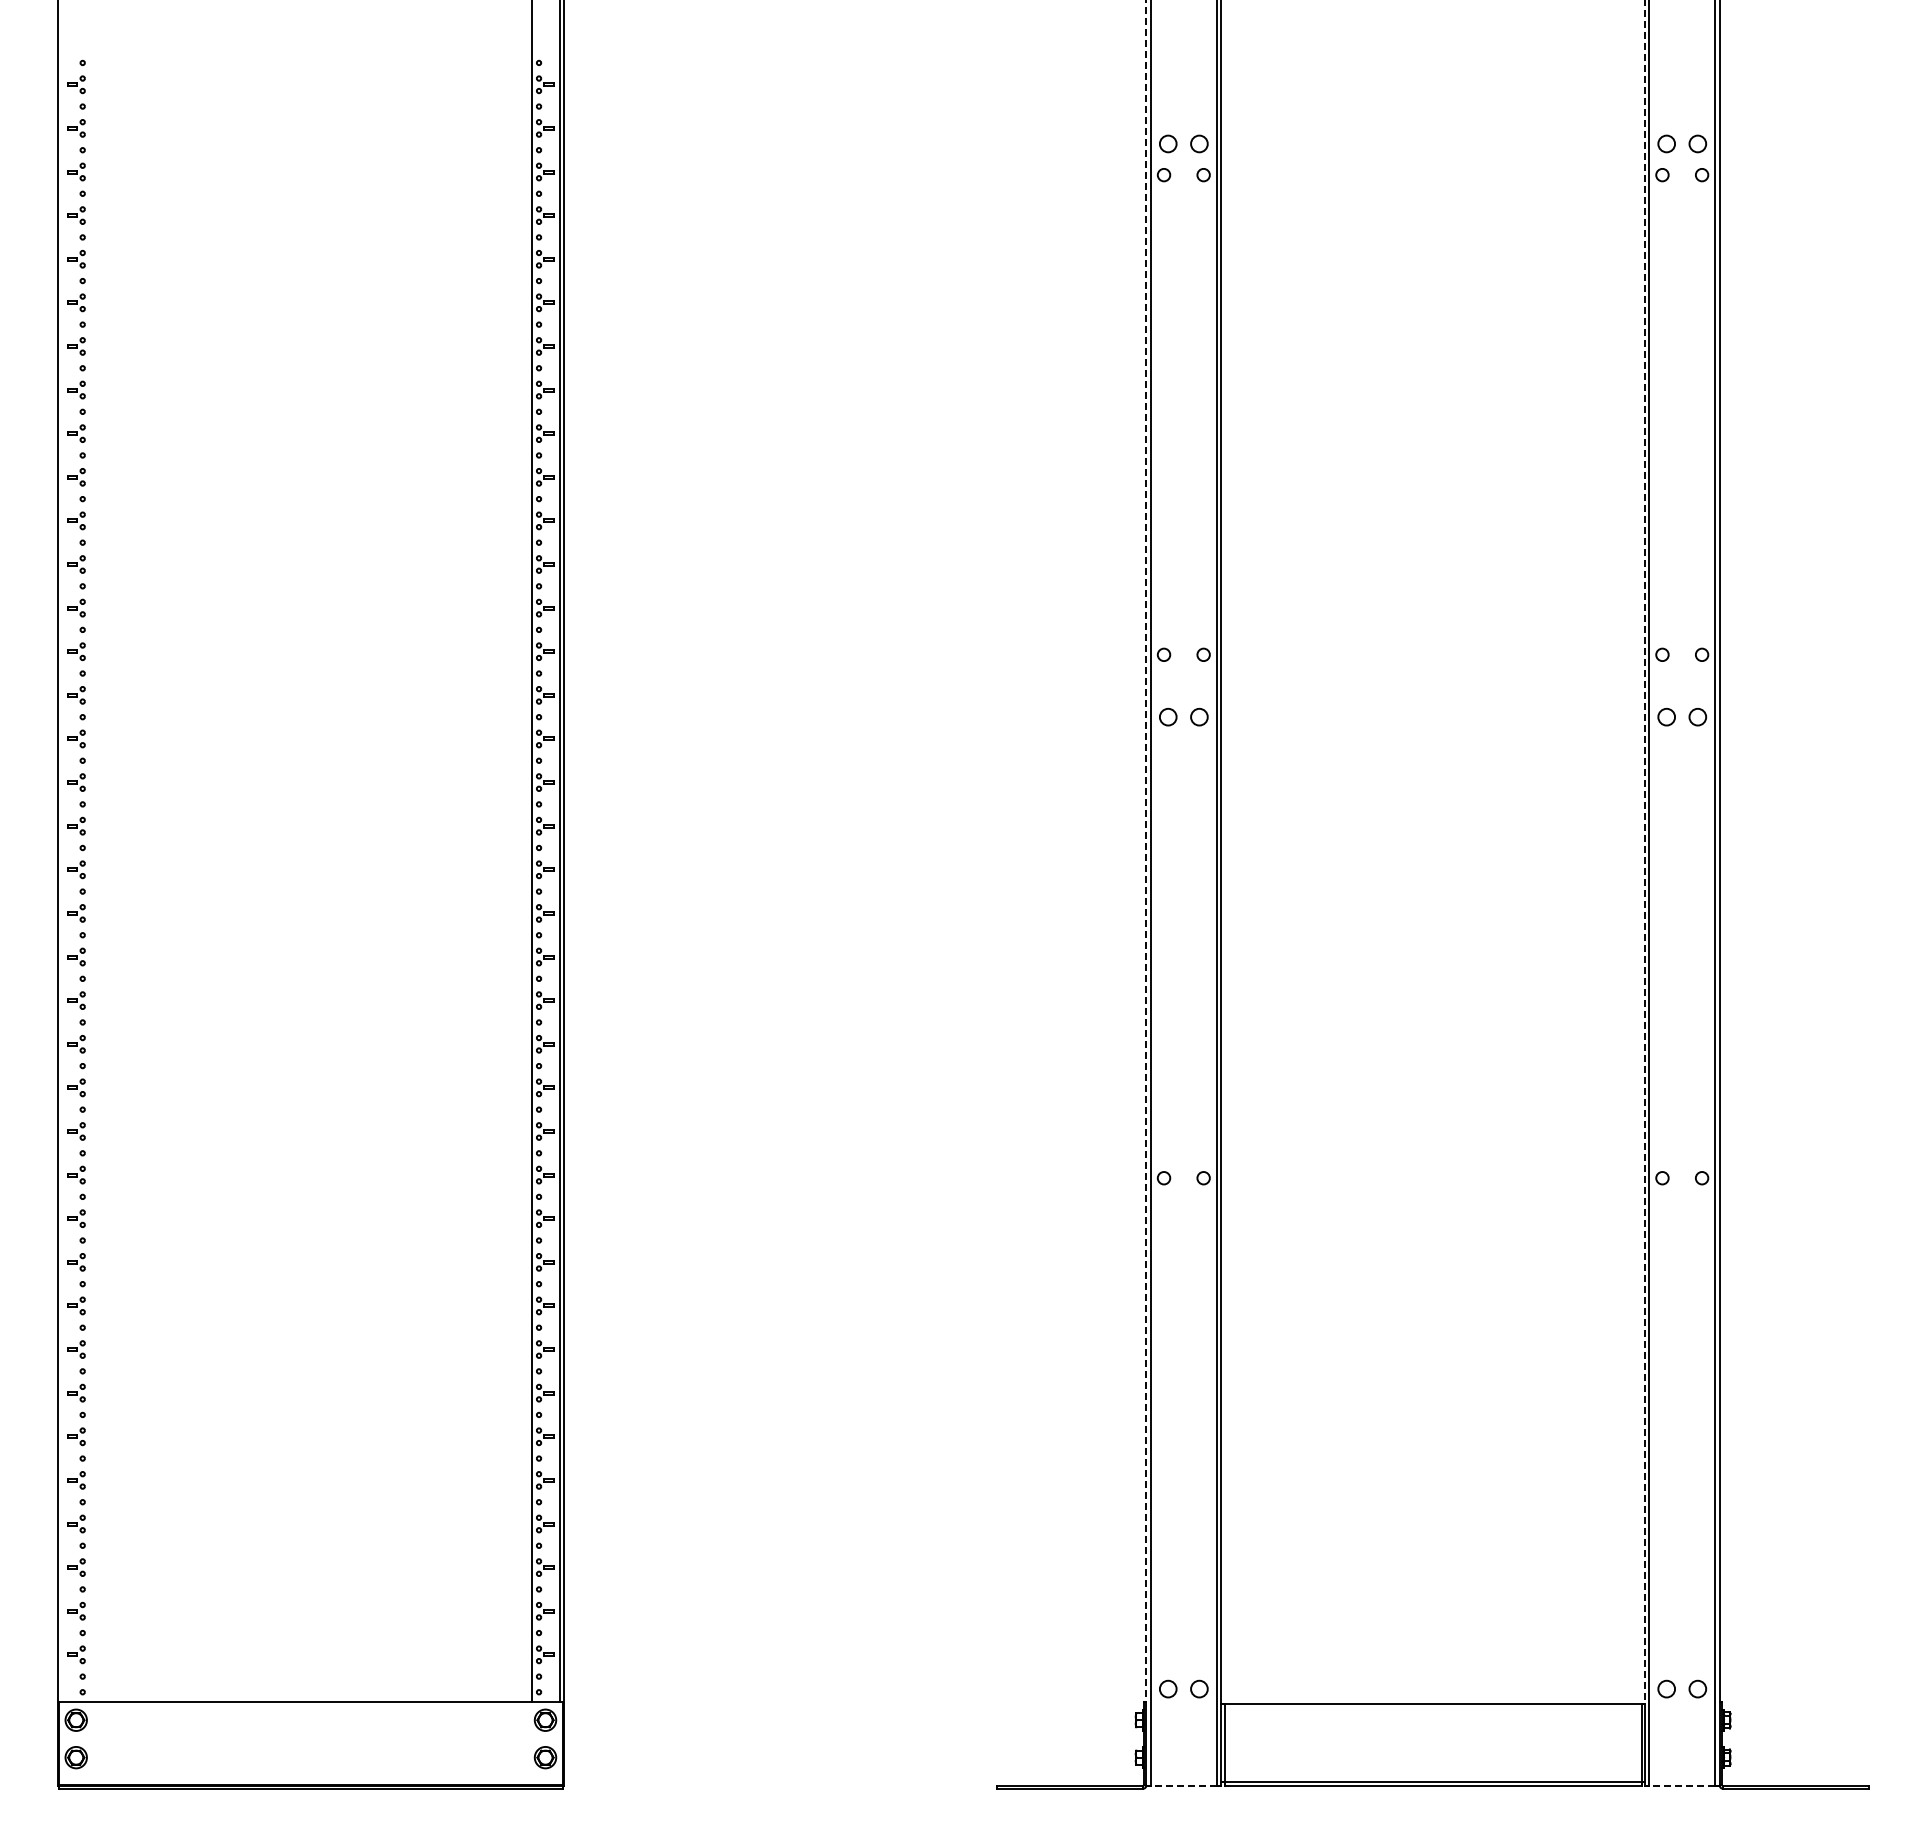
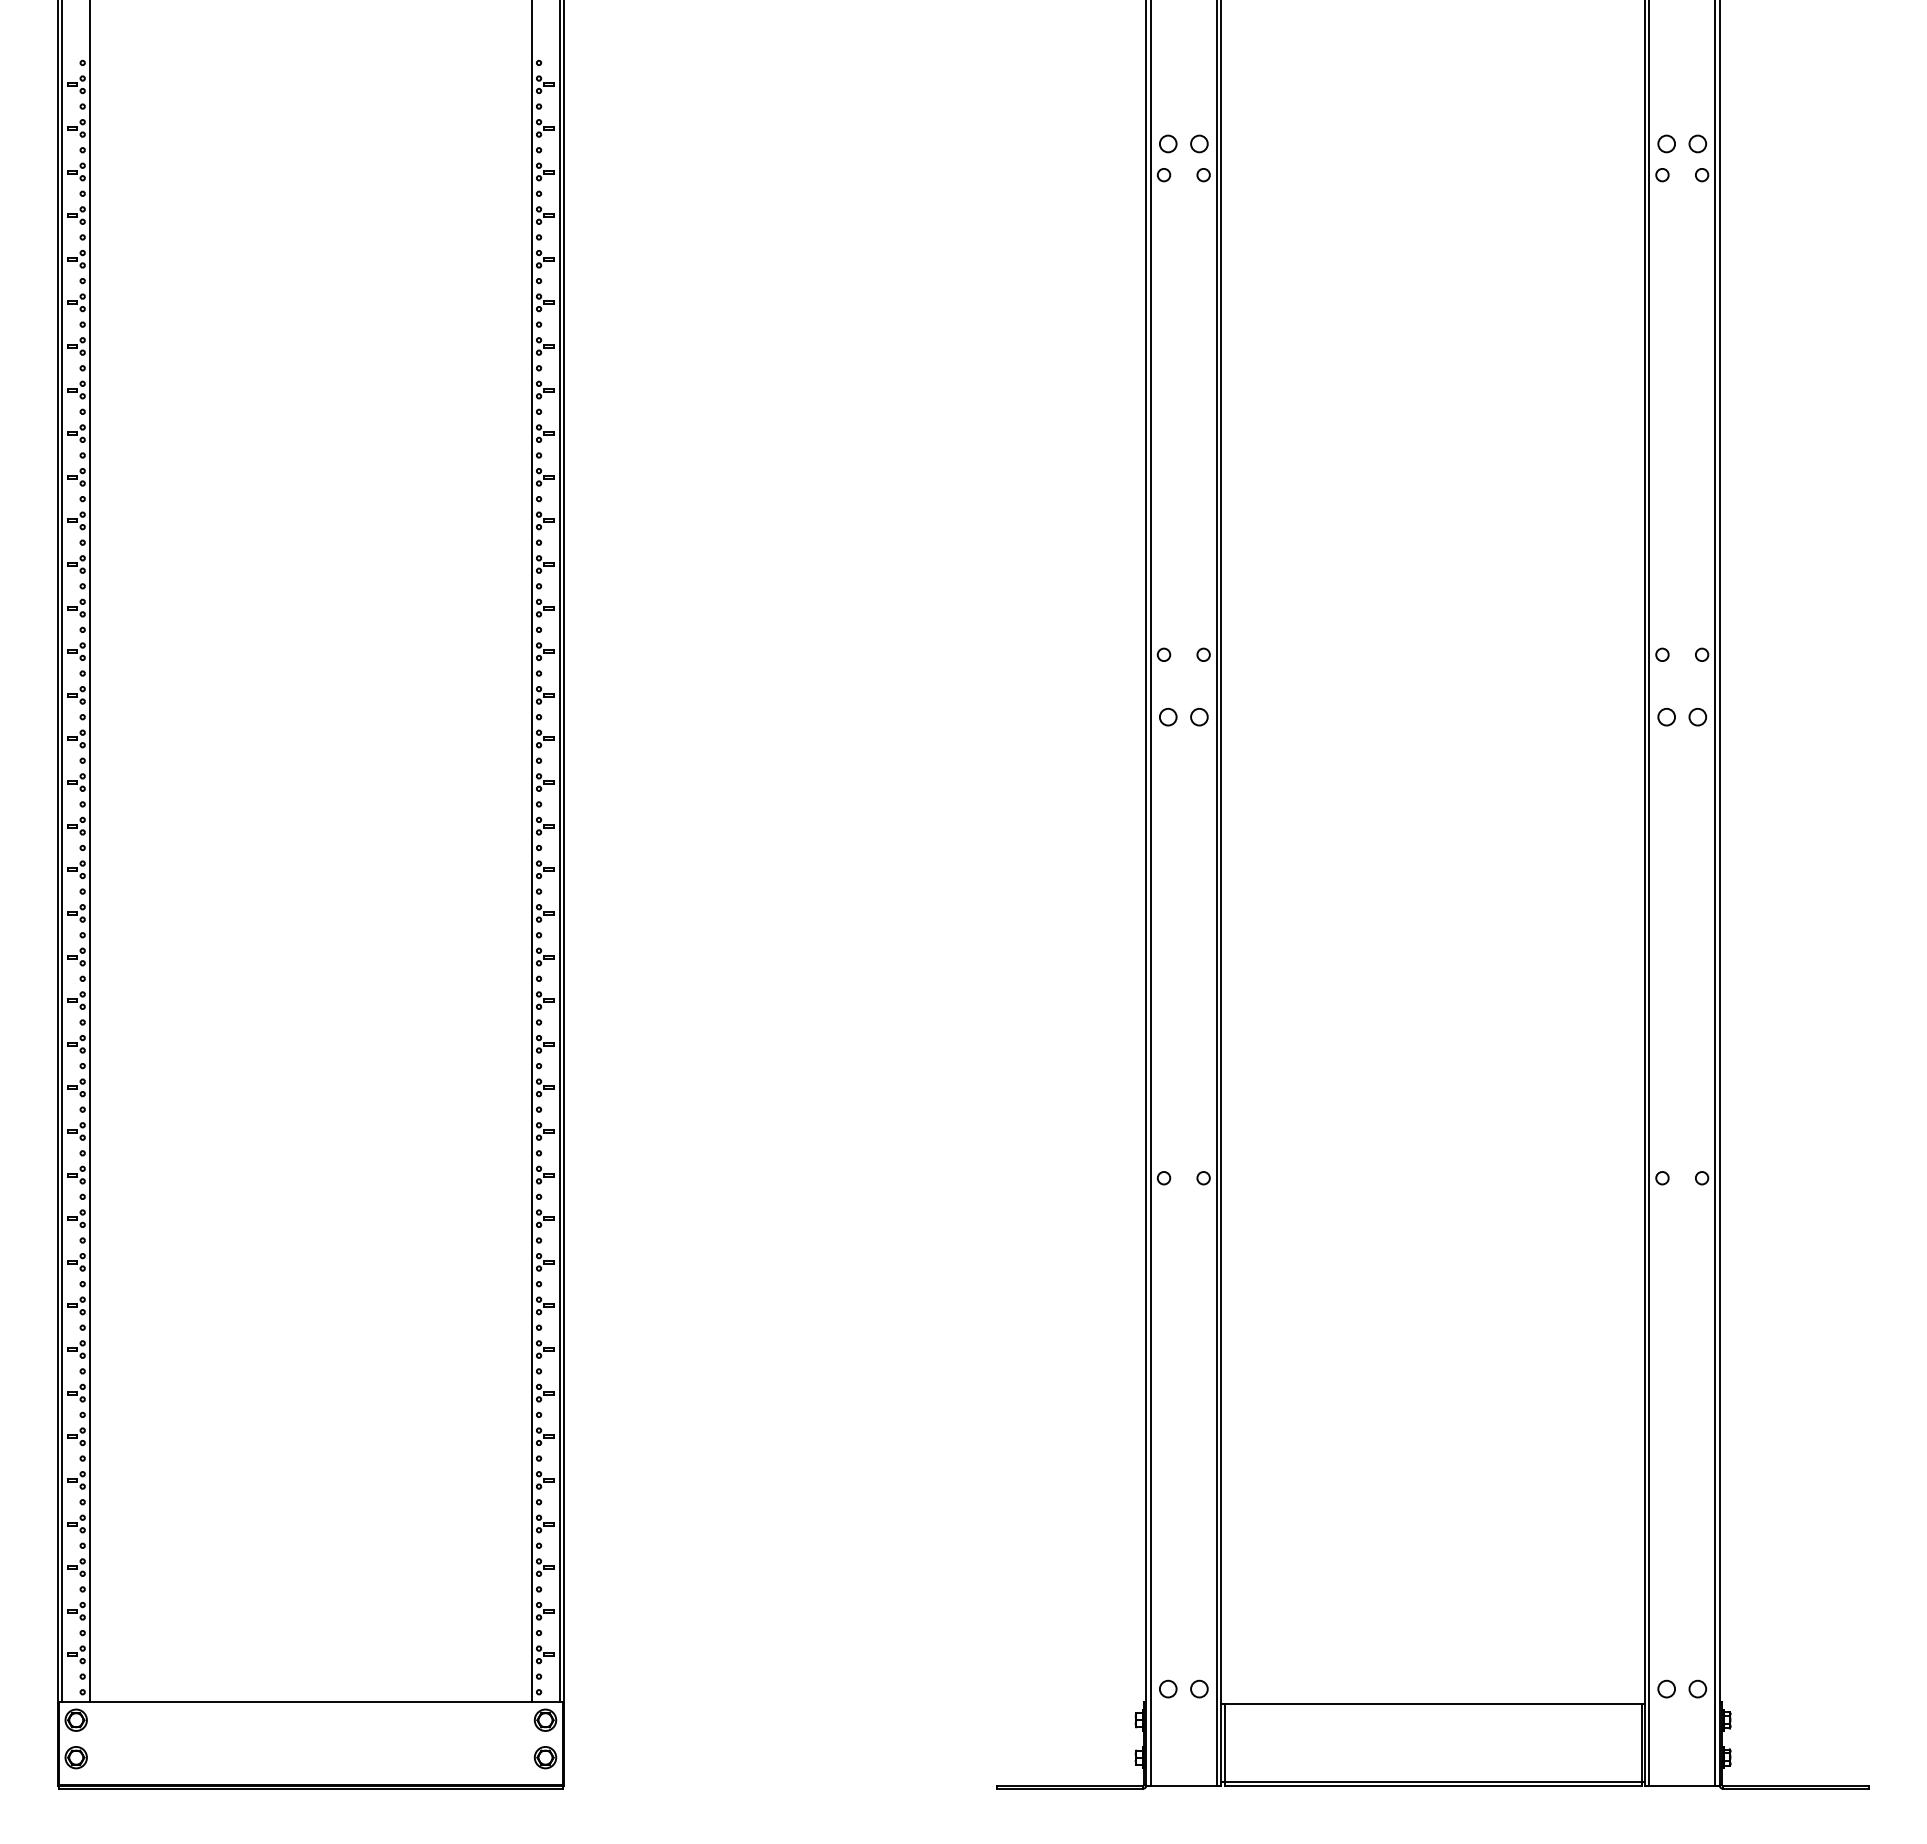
line at (61, 851): none -> present
line at (89, 851): none -> present
line at (1146, 851): dashed -> solid
line at (1644, 852): dashed -> solid
line at (1183, 1785): dashed -> solid
line at (1681, 1785): dashed -> solid
